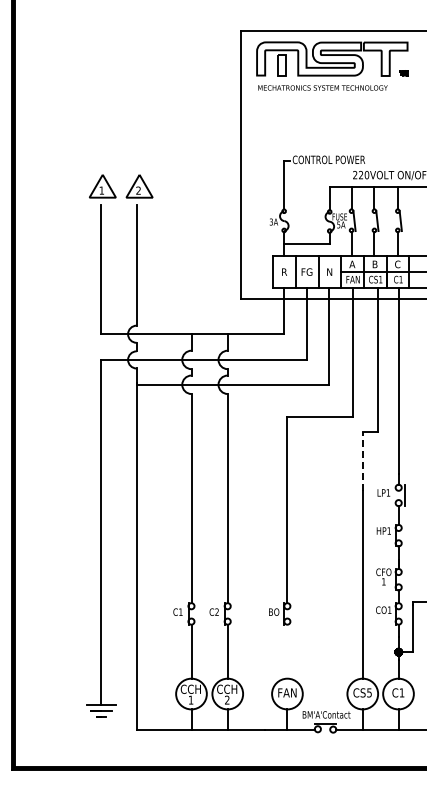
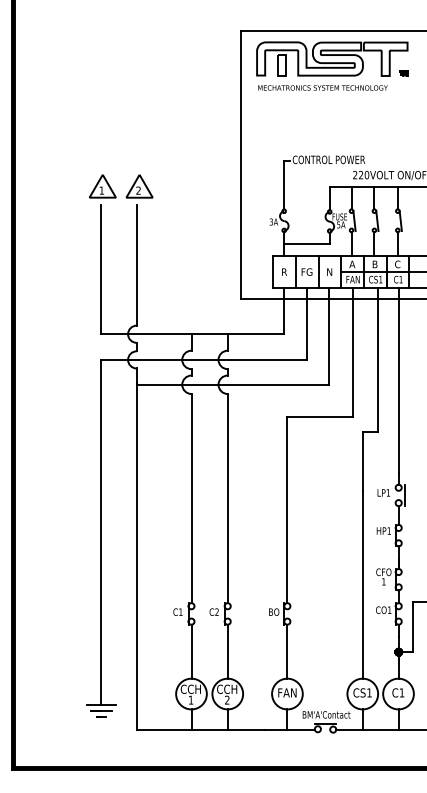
line at (362, 460): dashed -> solid
line at (287, 651): none -> present
text at (369, 692): CS5 -> CS1
